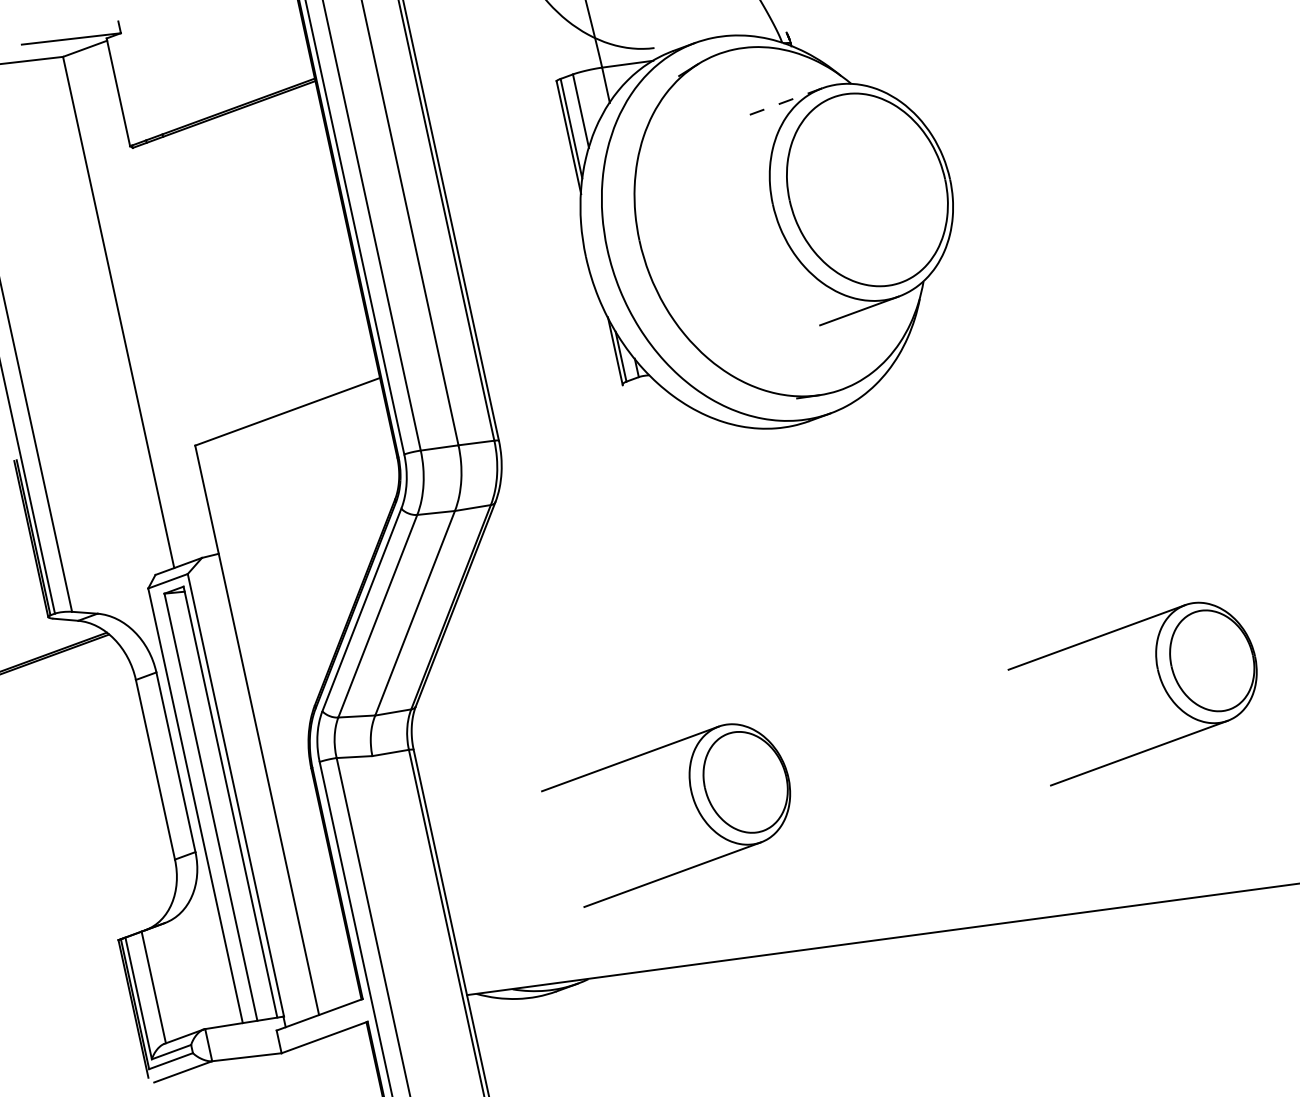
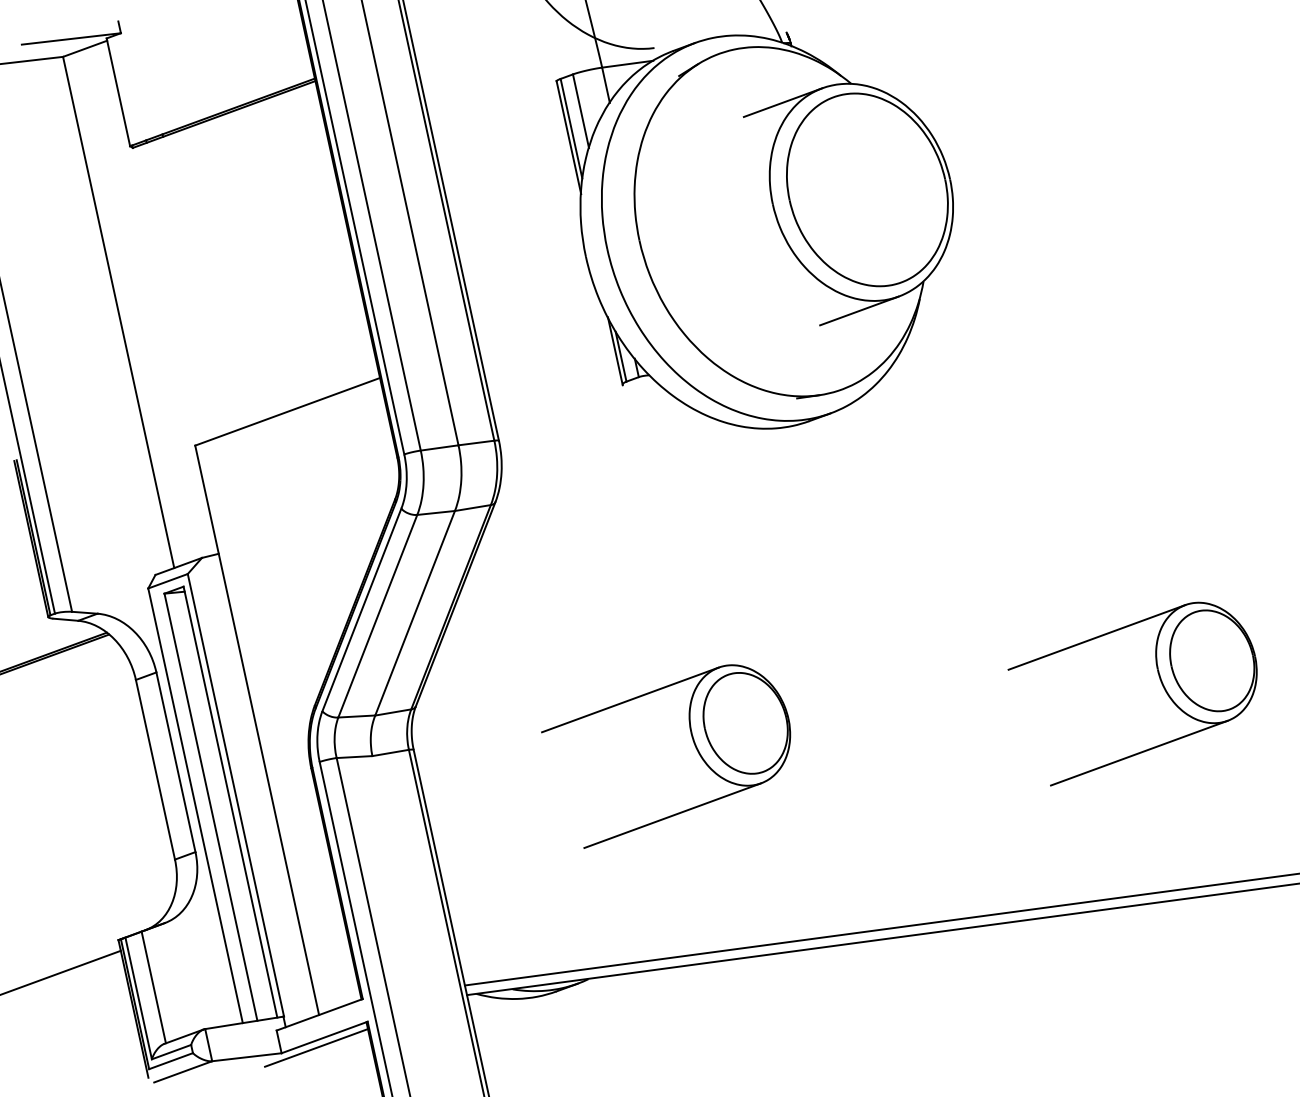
line at (783, 102): dashed -> solid
part at (693, 802) position: (693, 802) -> (693, 743)
line at (880, 929): none -> present
line at (61, 972): none -> present
line at (316, 1047): none -> present
